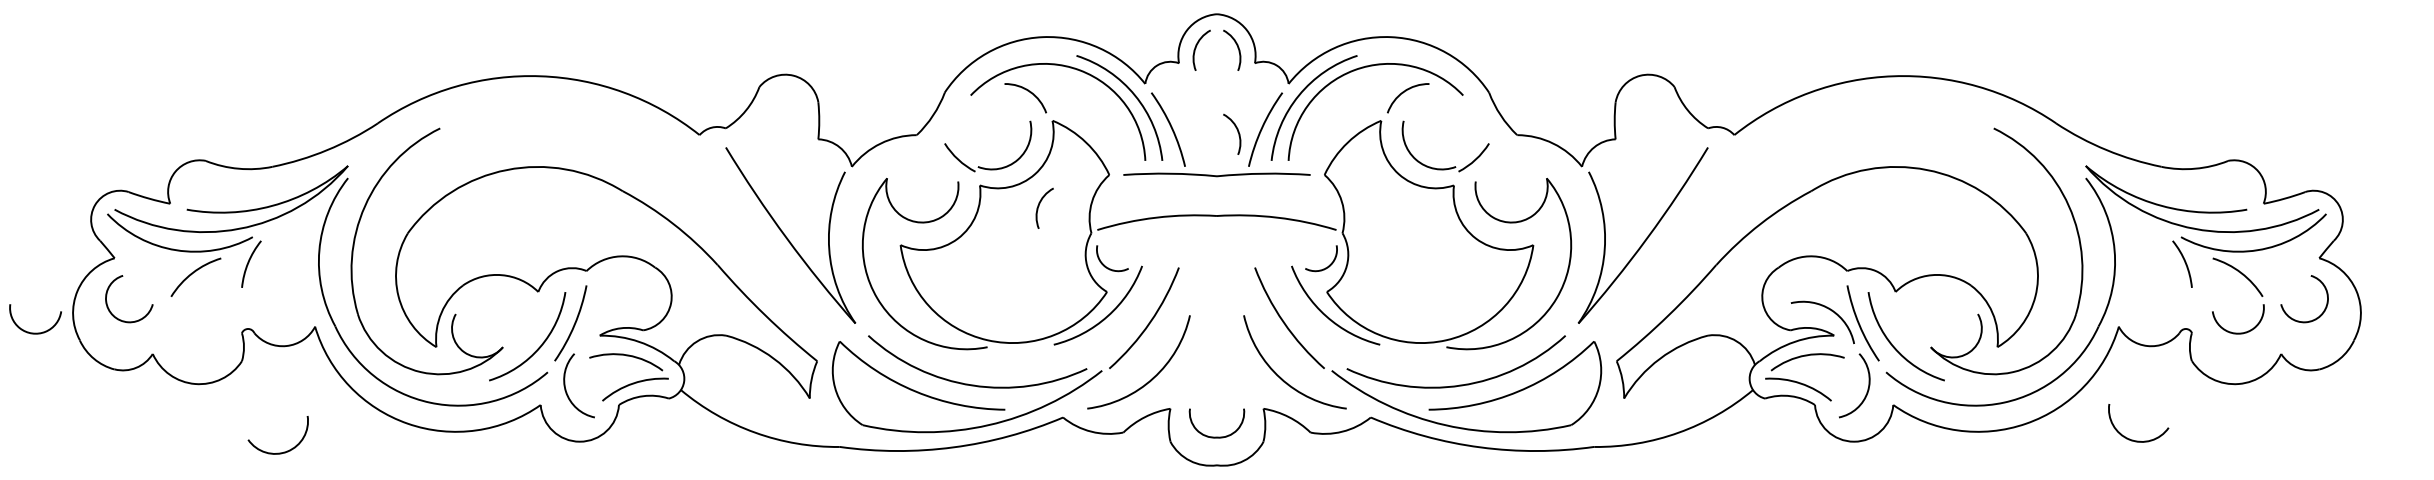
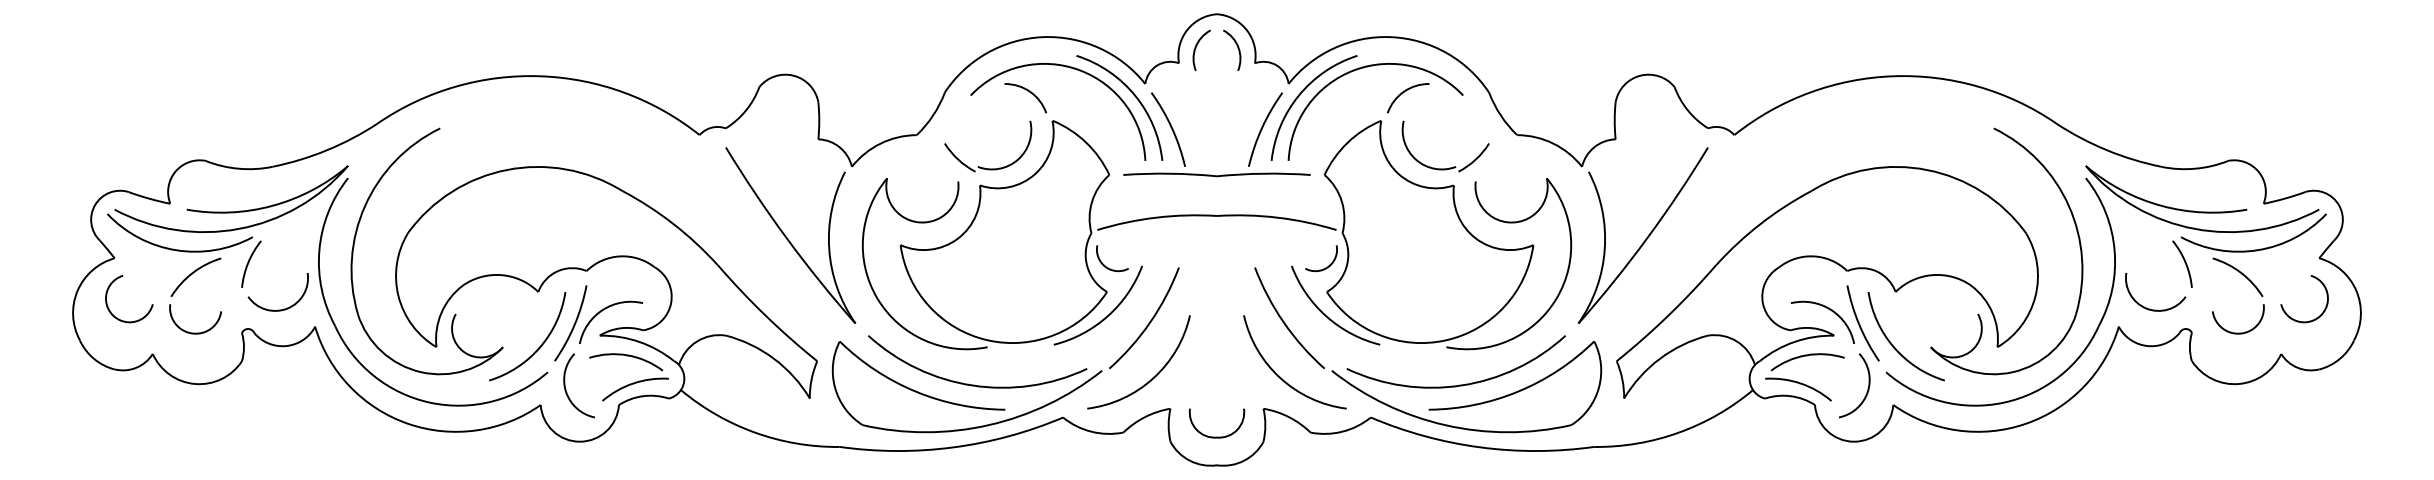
arc at (1237, 132): present -> none
arc at (1039, 206): present -> none
arc at (604, 310): none -> present
arc at (35, 332) position: (35, 332) -> (195, 332)
arc at (2133, 439) position: (2133, 439) -> (2150, 308)
arc at (277, 452) position: (277, 452) -> (277, 309)
